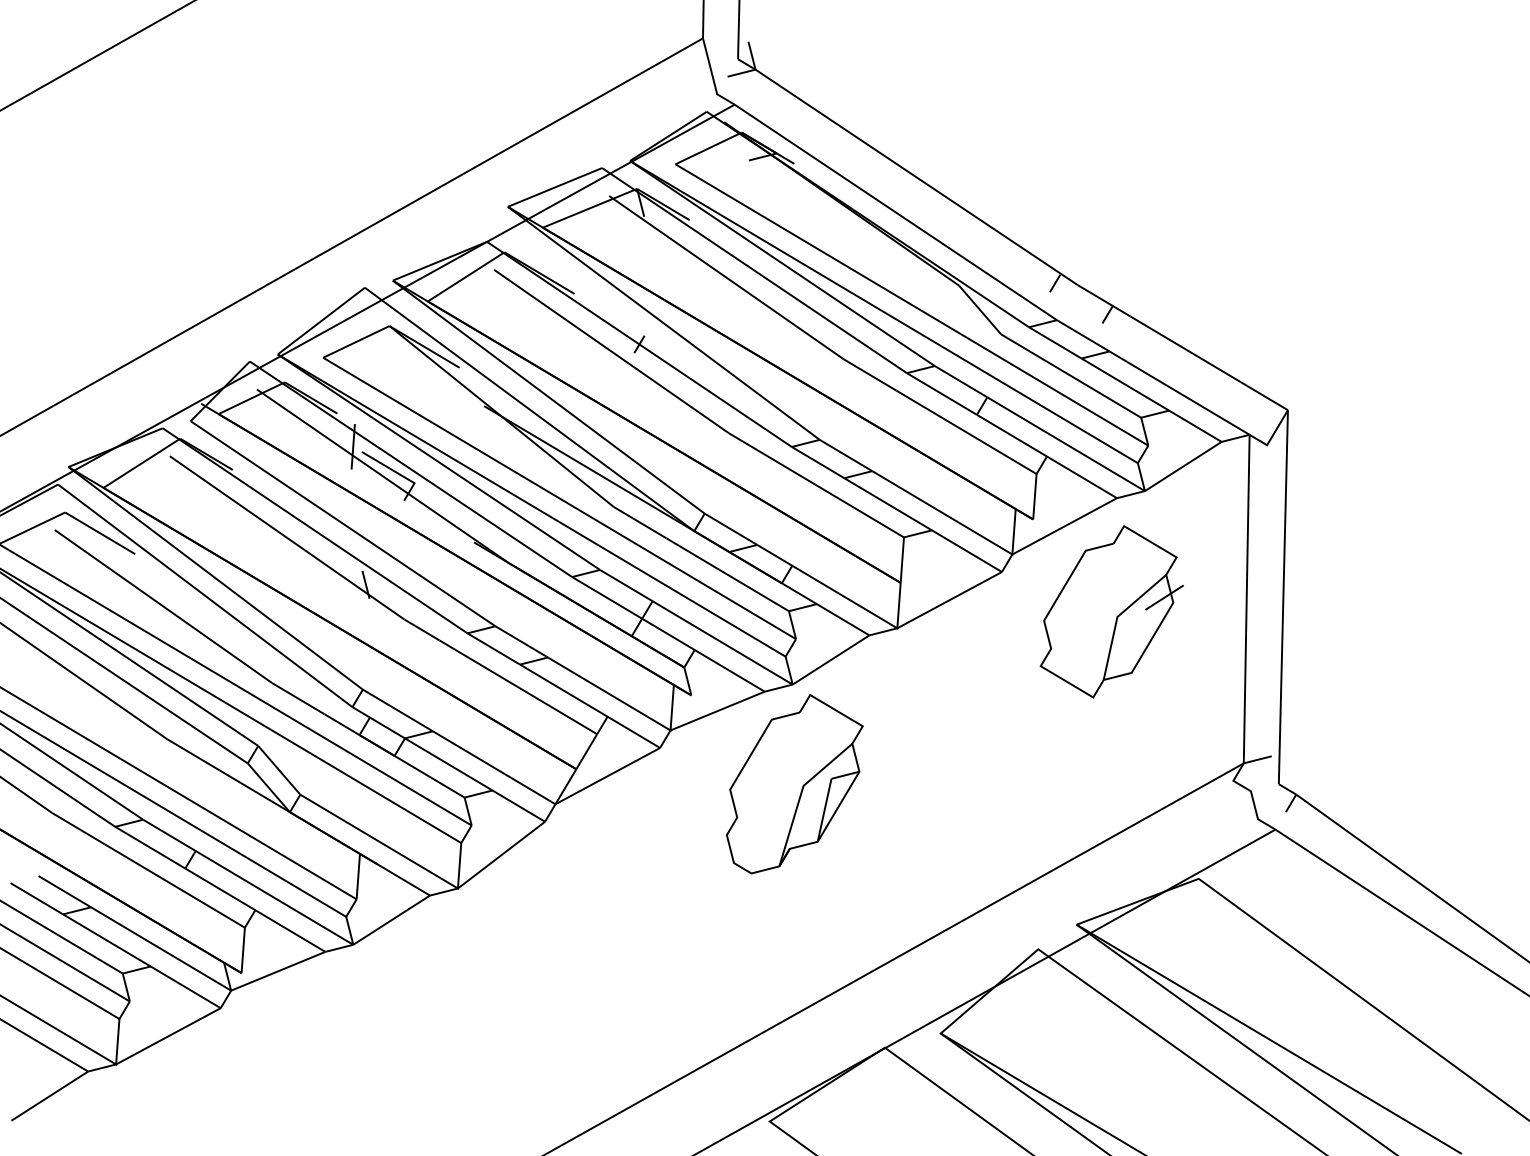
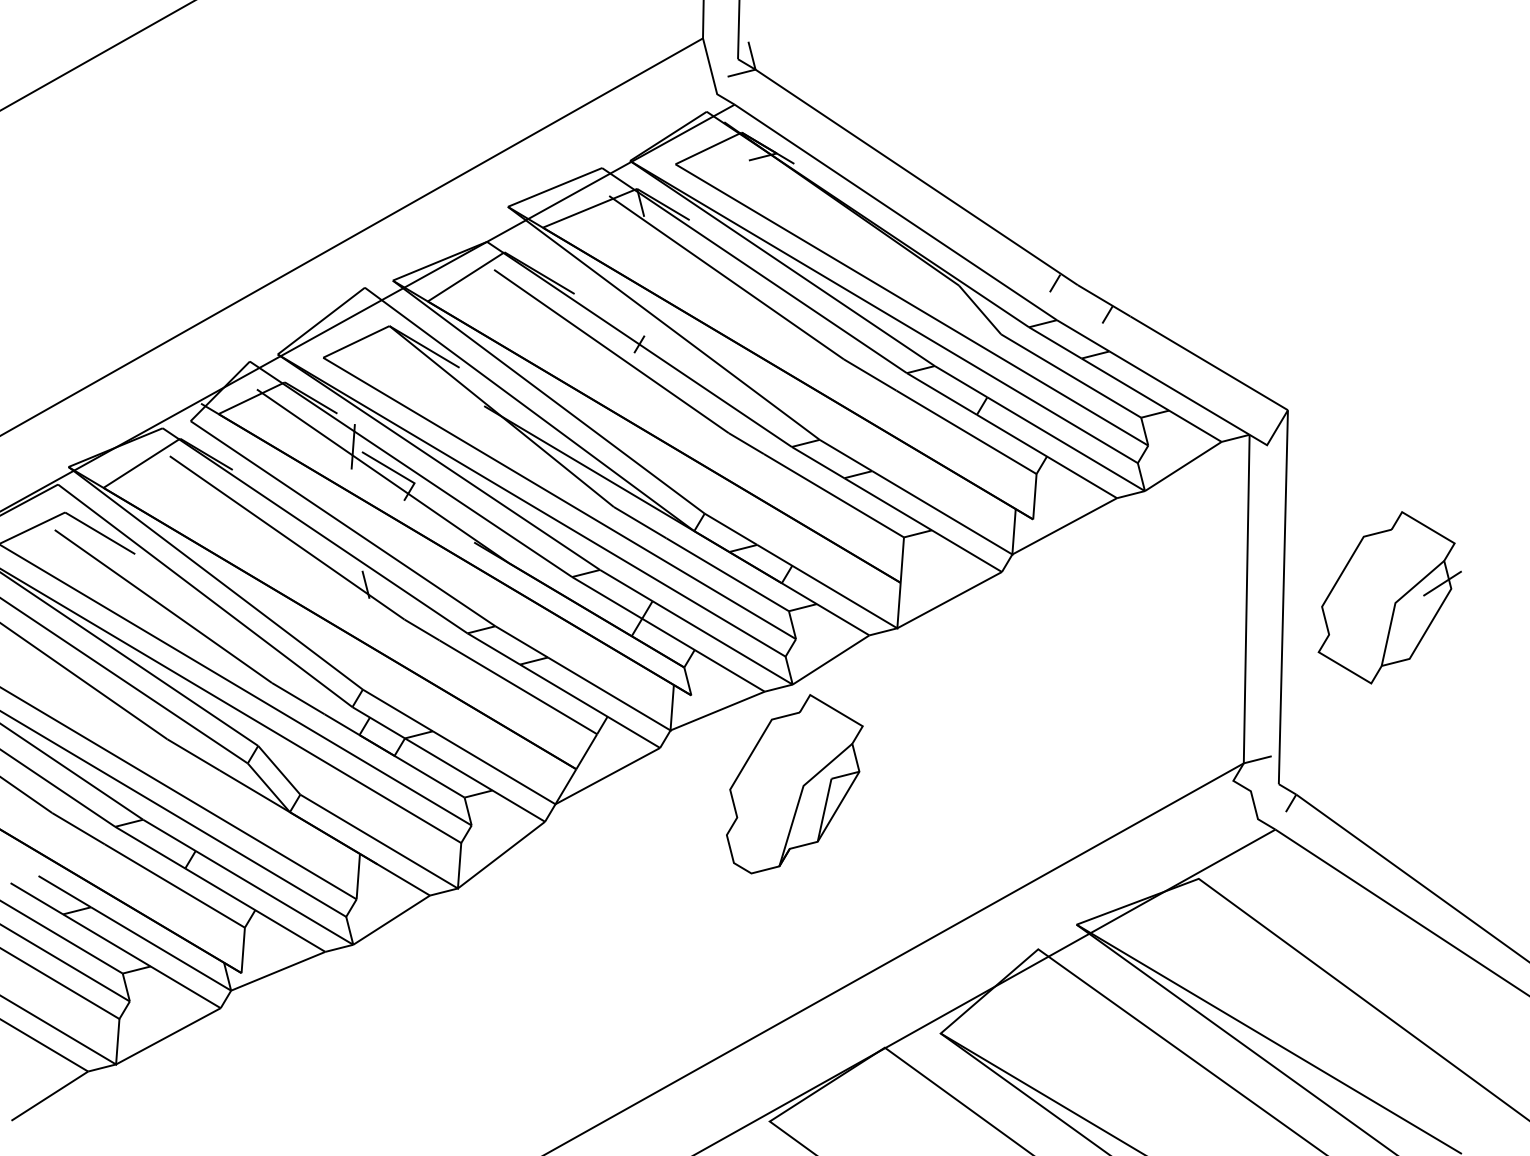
part at (1111, 611) position: (1111, 611) -> (1389, 597)
